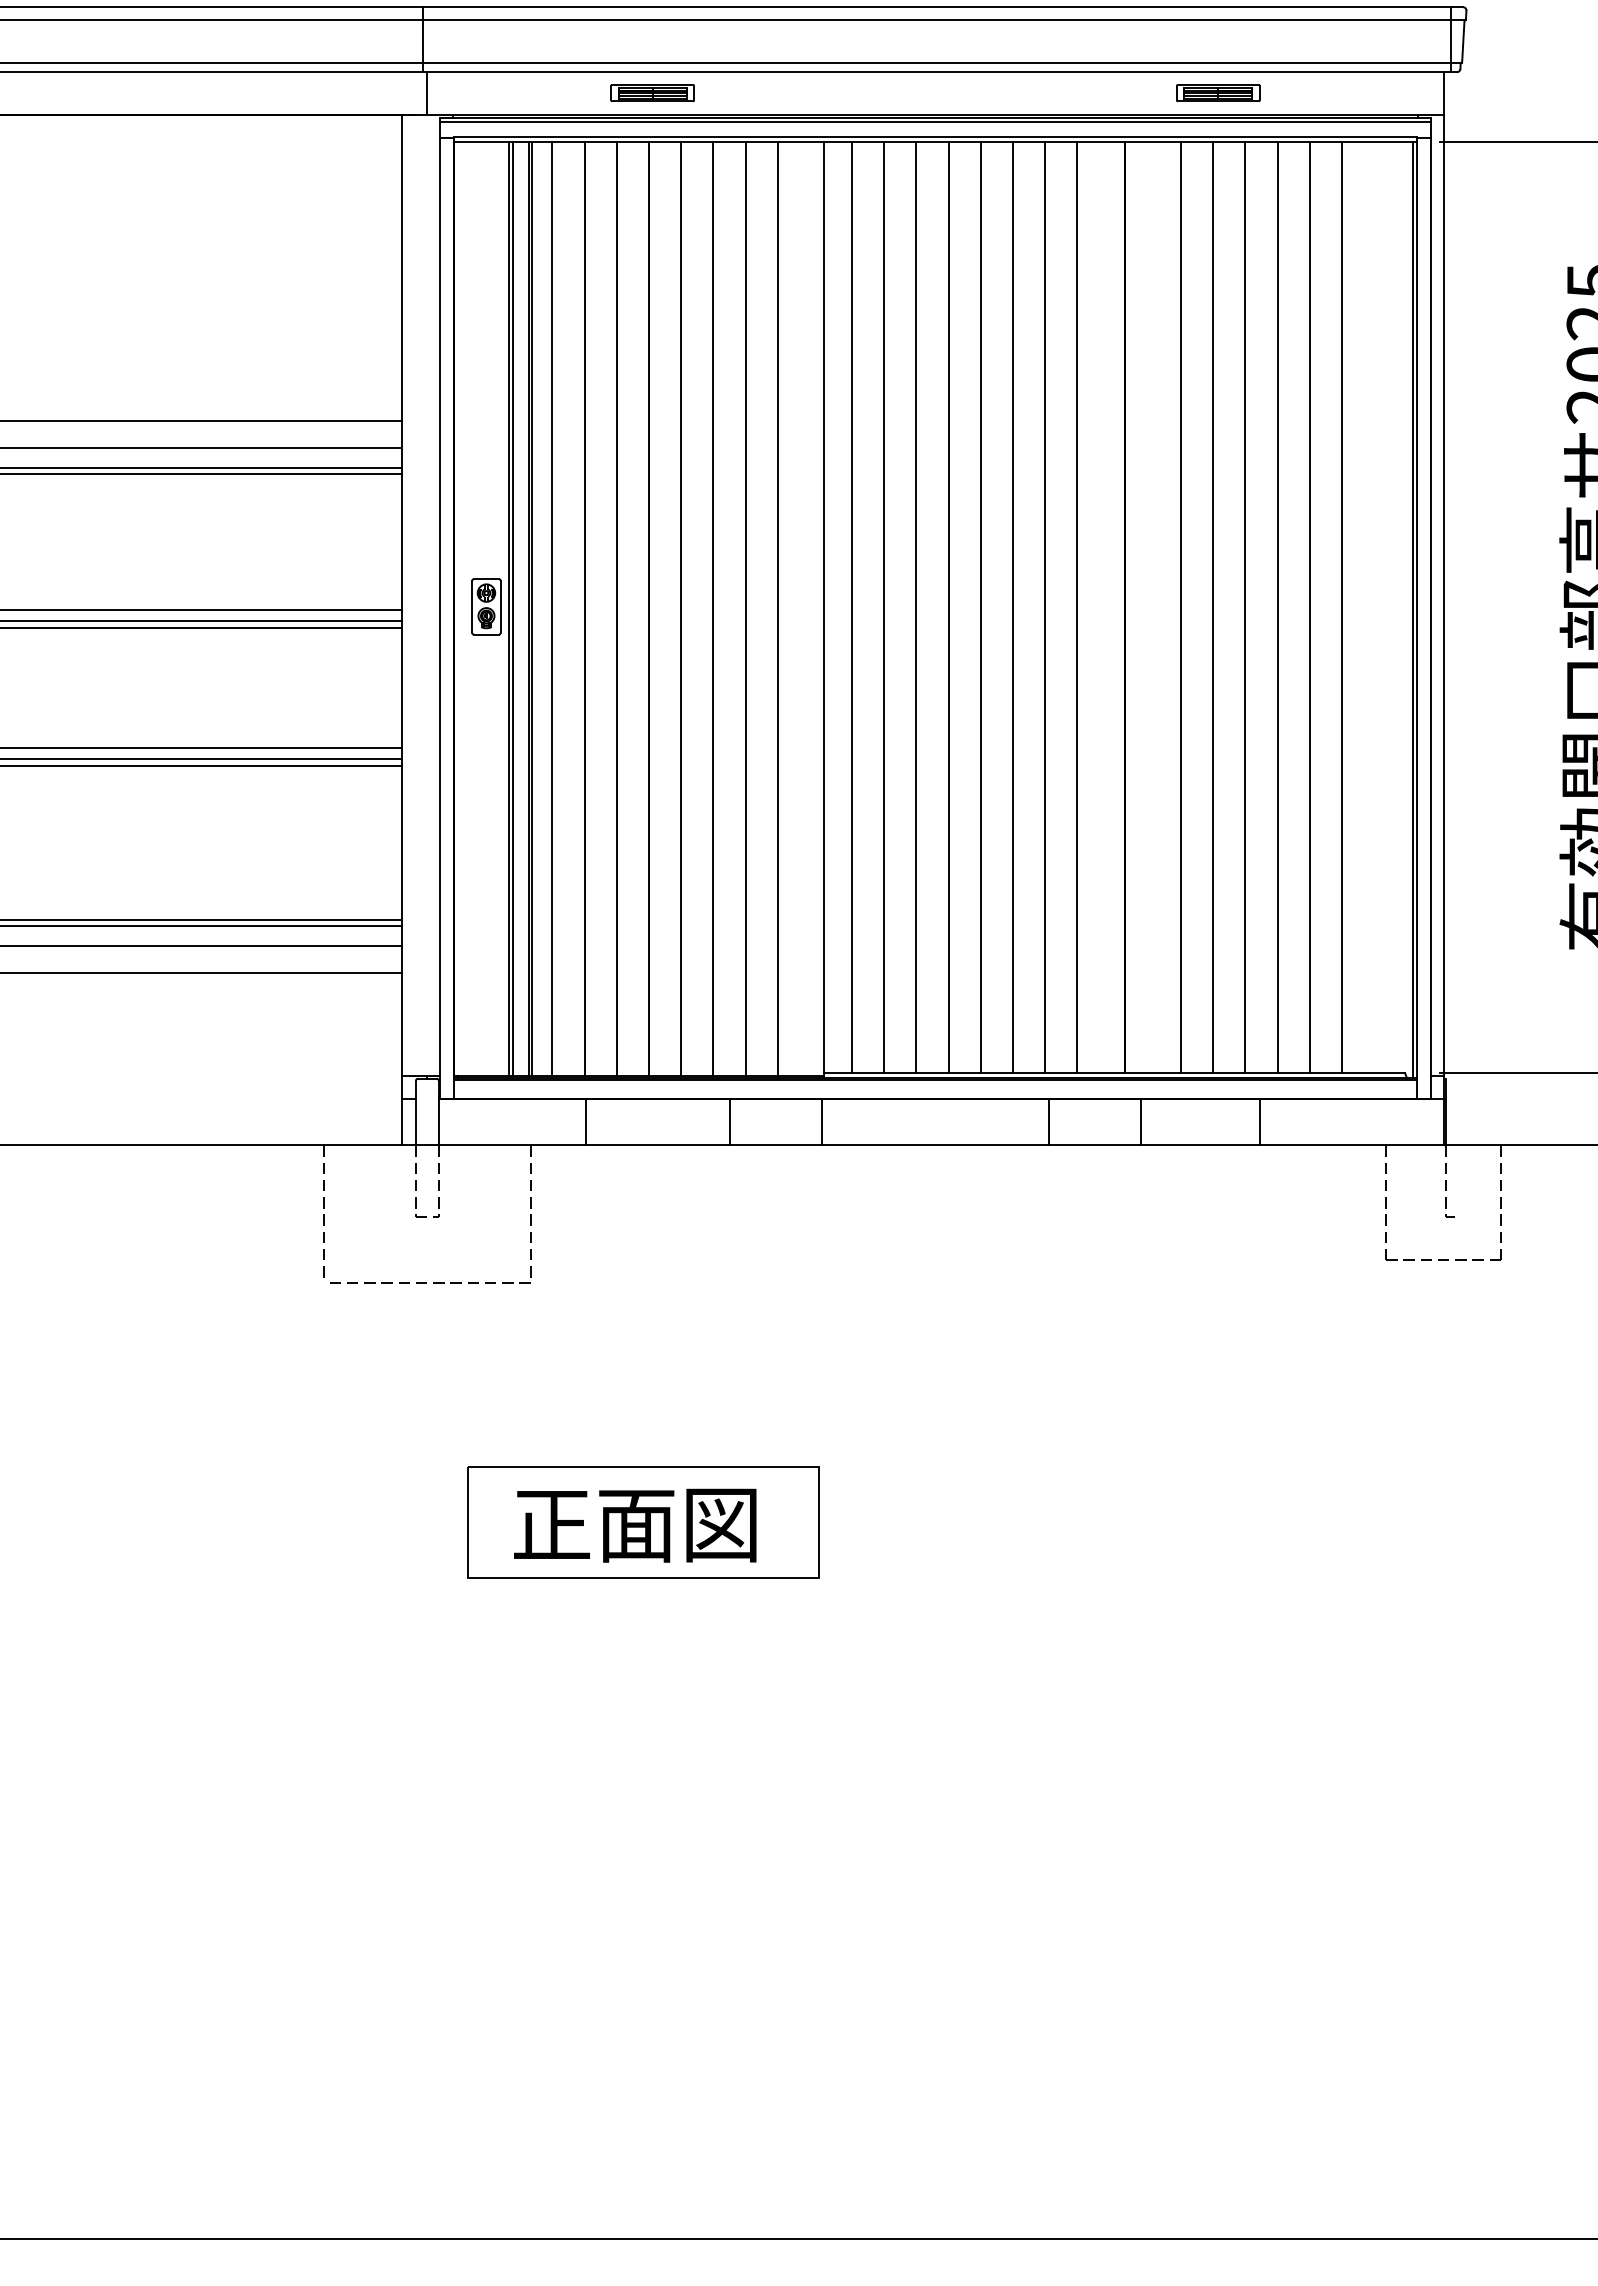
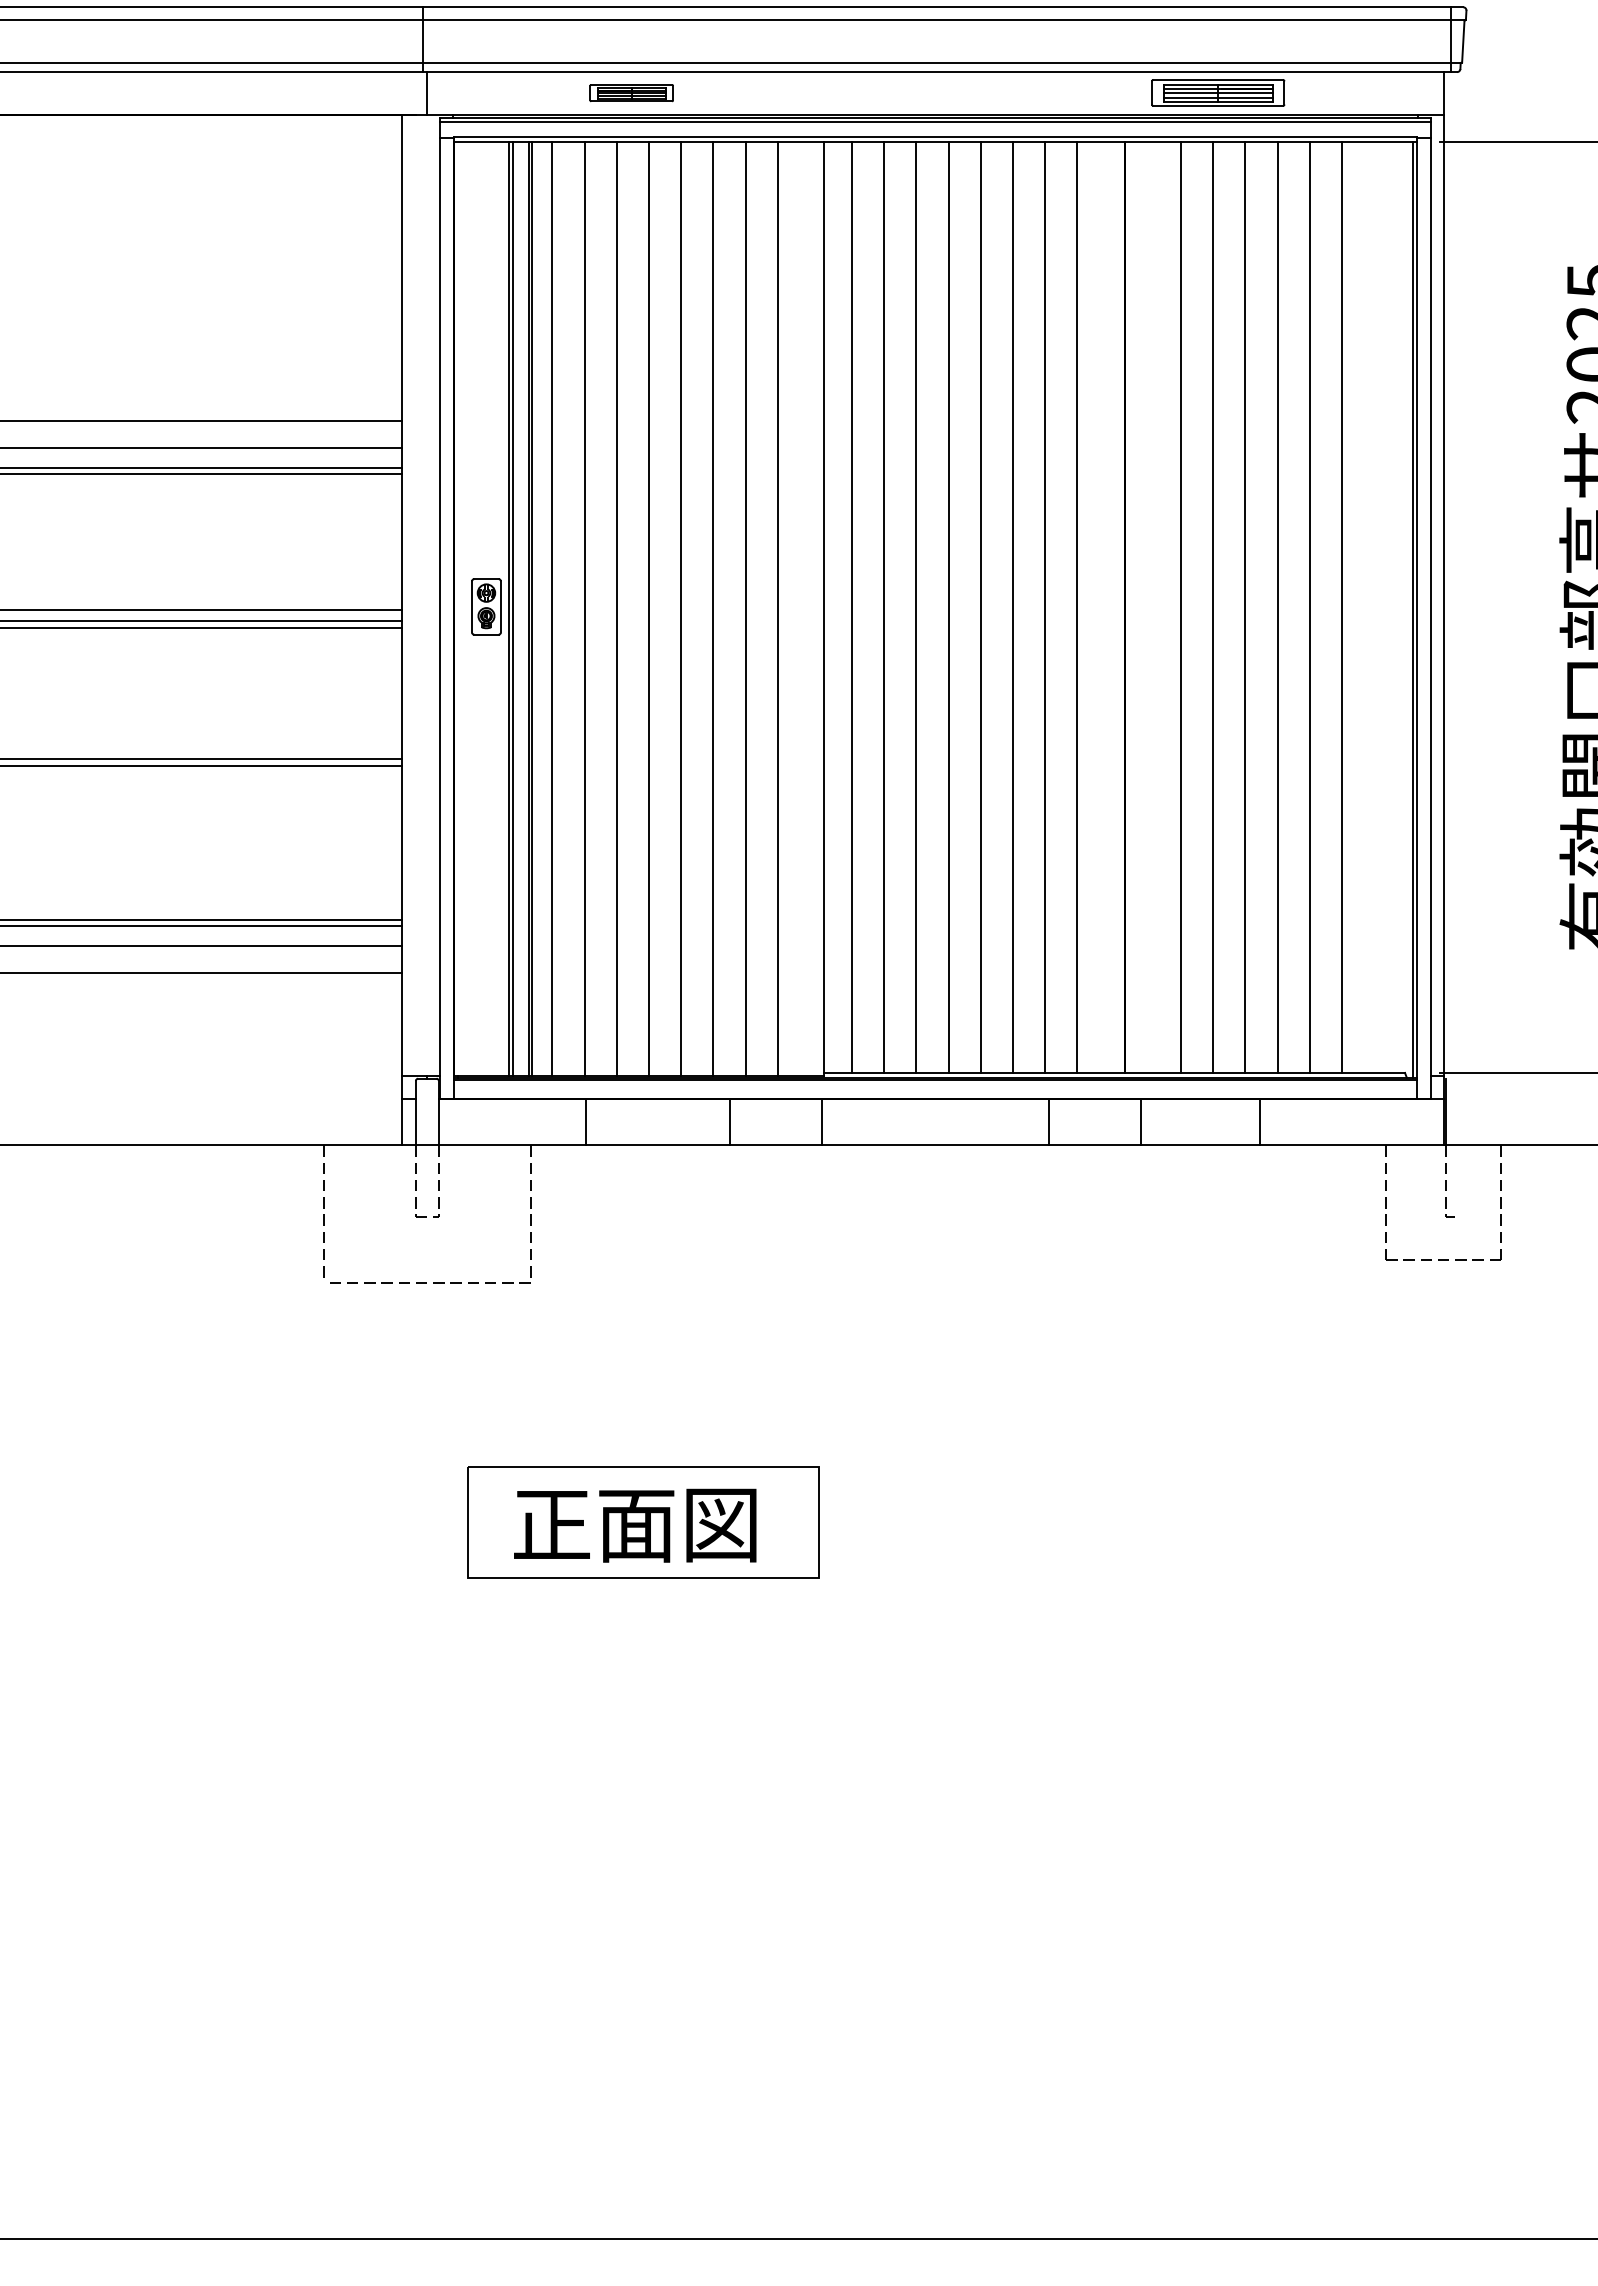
part at (652, 93) position: (652, 93) -> (631, 93)
part at (1218, 93) size: 85x19 px -> 135x28 px
line at (202, 748): present -> none
